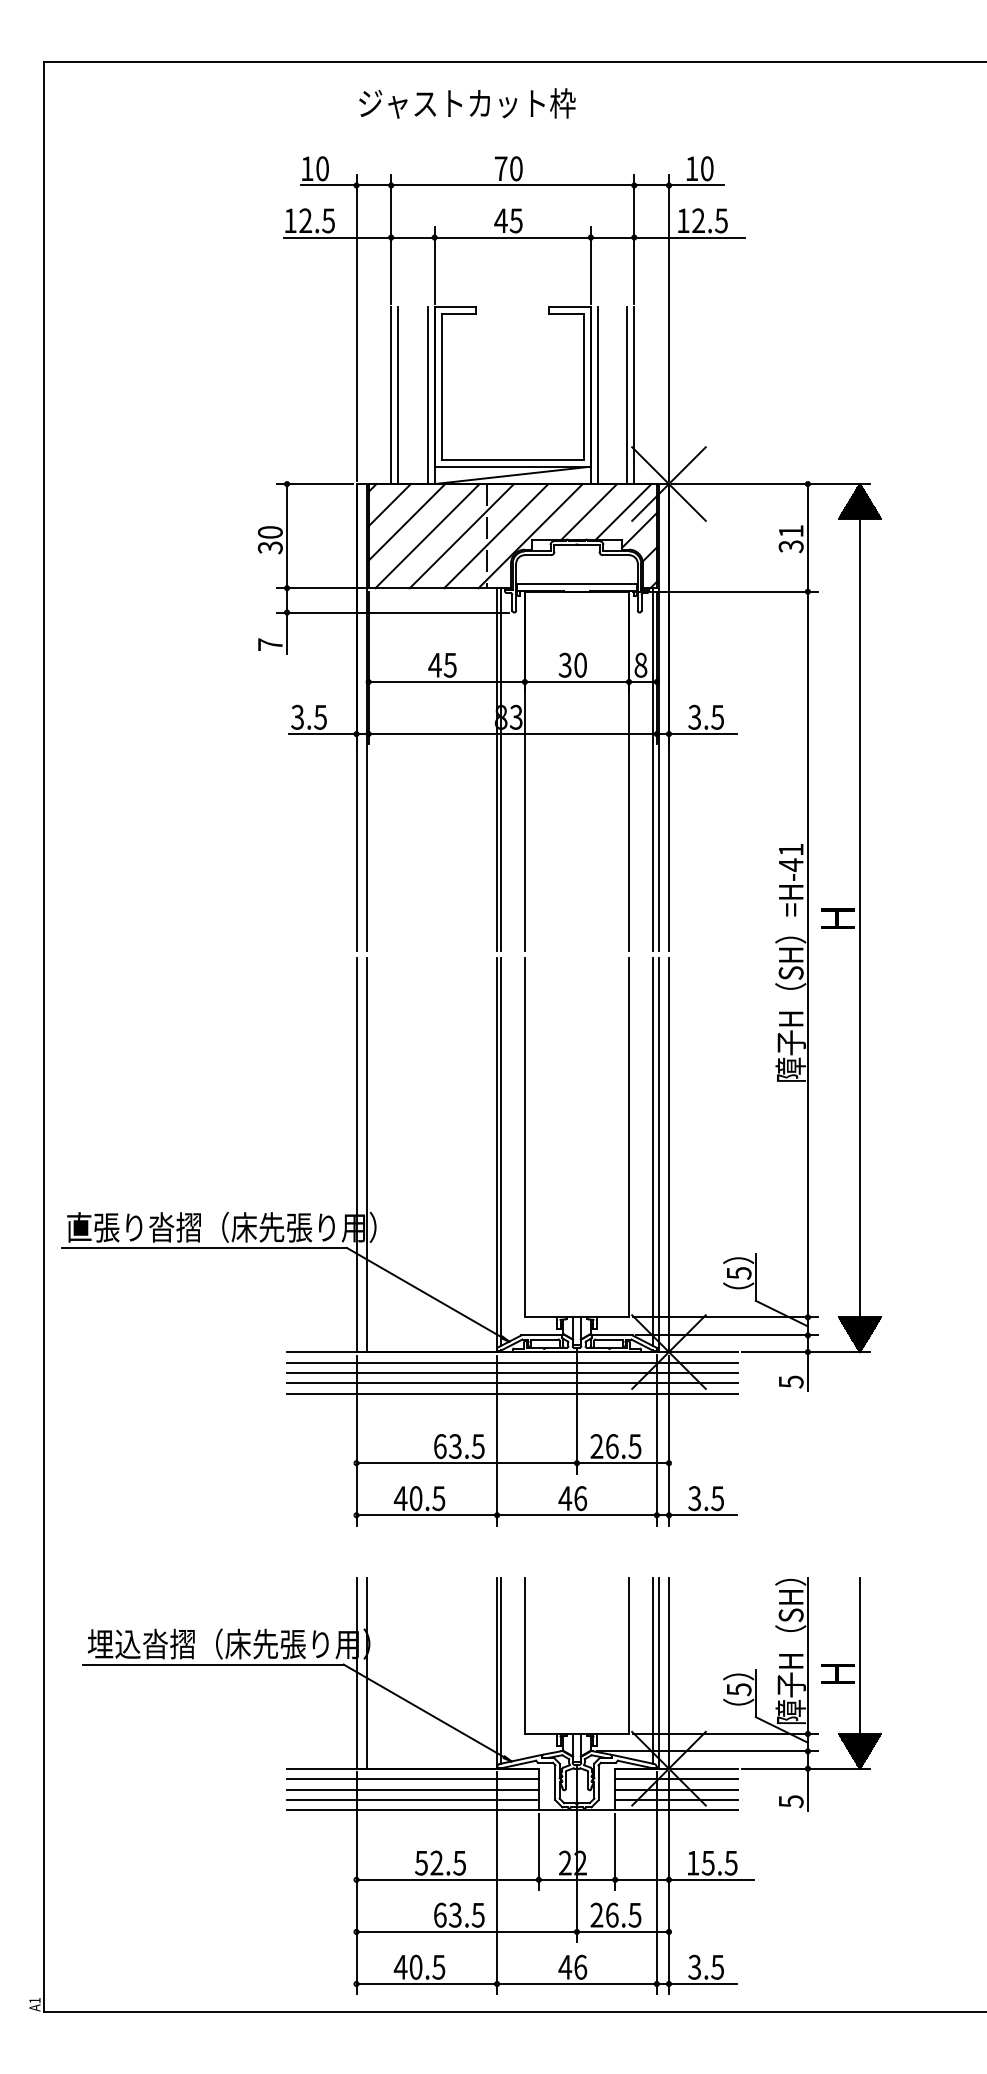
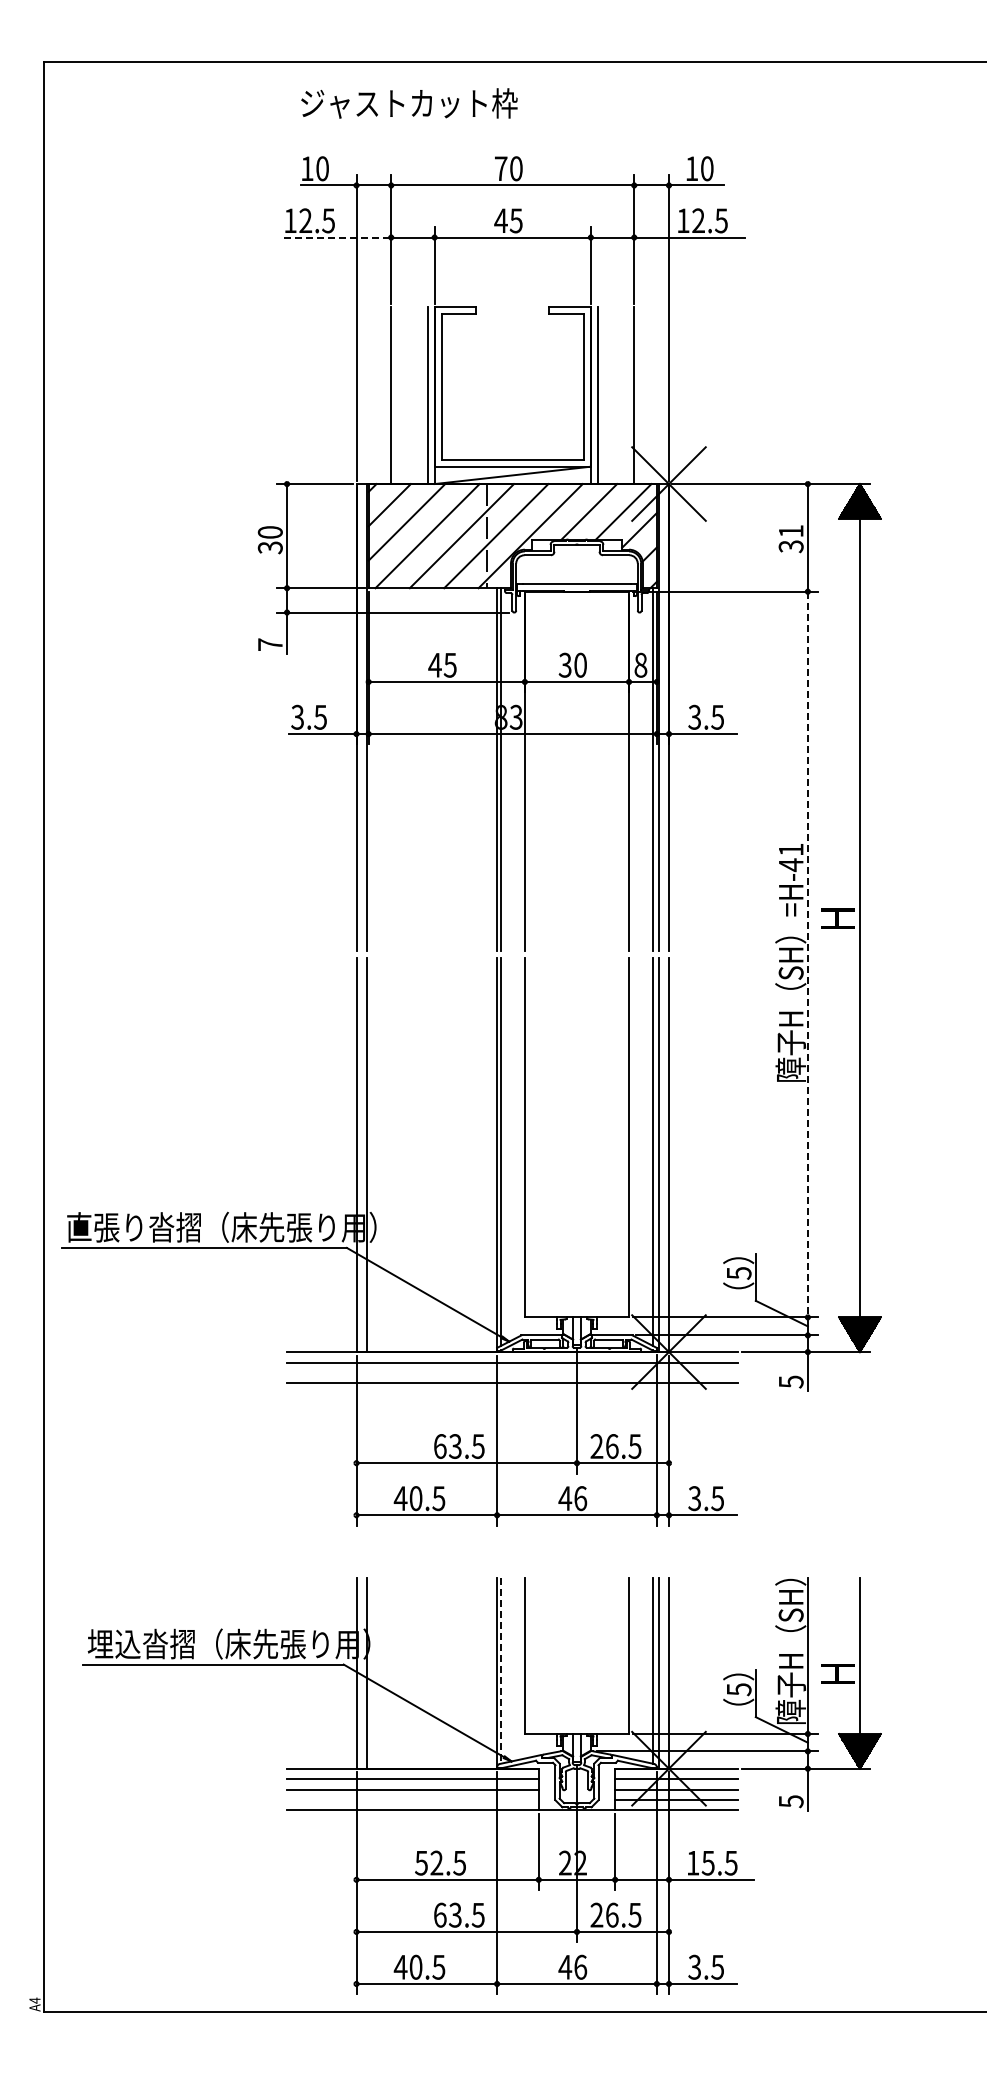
text at (467, 103) position: (467, 103) -> (409, 103)
line at (337, 237): solid -> dashed
line at (398, 395): present -> none
line at (627, 395): present -> none
line at (807, 954): solid -> dashed
line at (512, 1372): present -> none
line at (512, 1393): present -> none
line at (501, 1670): solid -> dashed
line at (412, 1799): present -> none
text at (34, 2000): A1 -> A4
